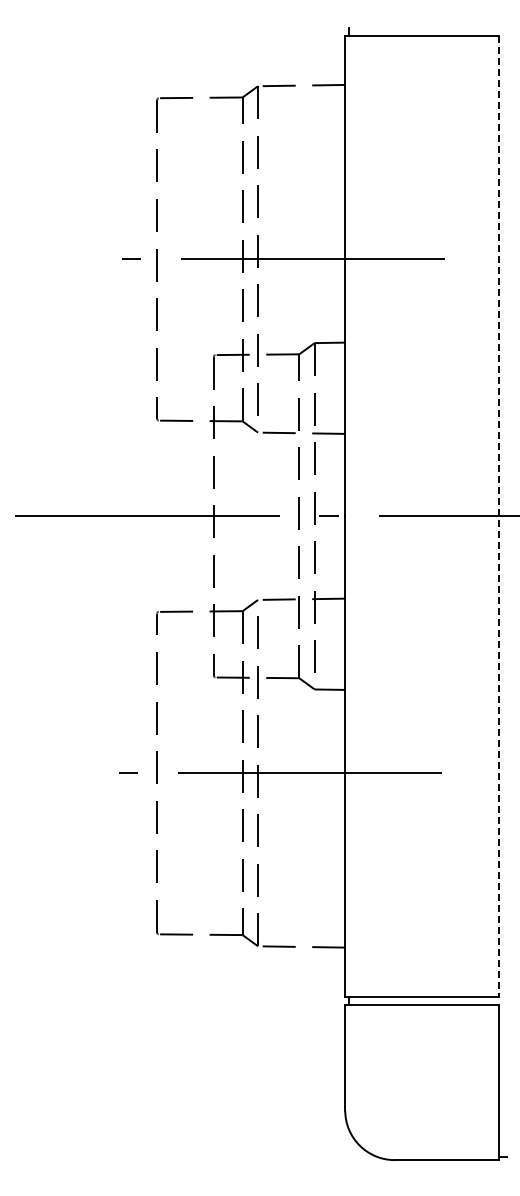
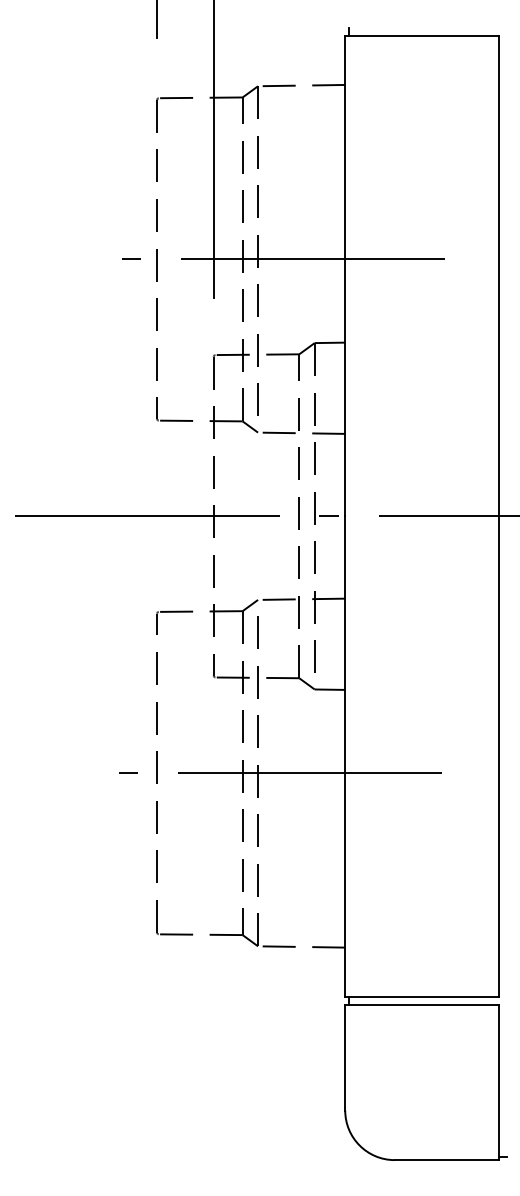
line at (157, 19): none -> present
line at (213, 149): none -> present
line at (498, 516): dashed -> solid
